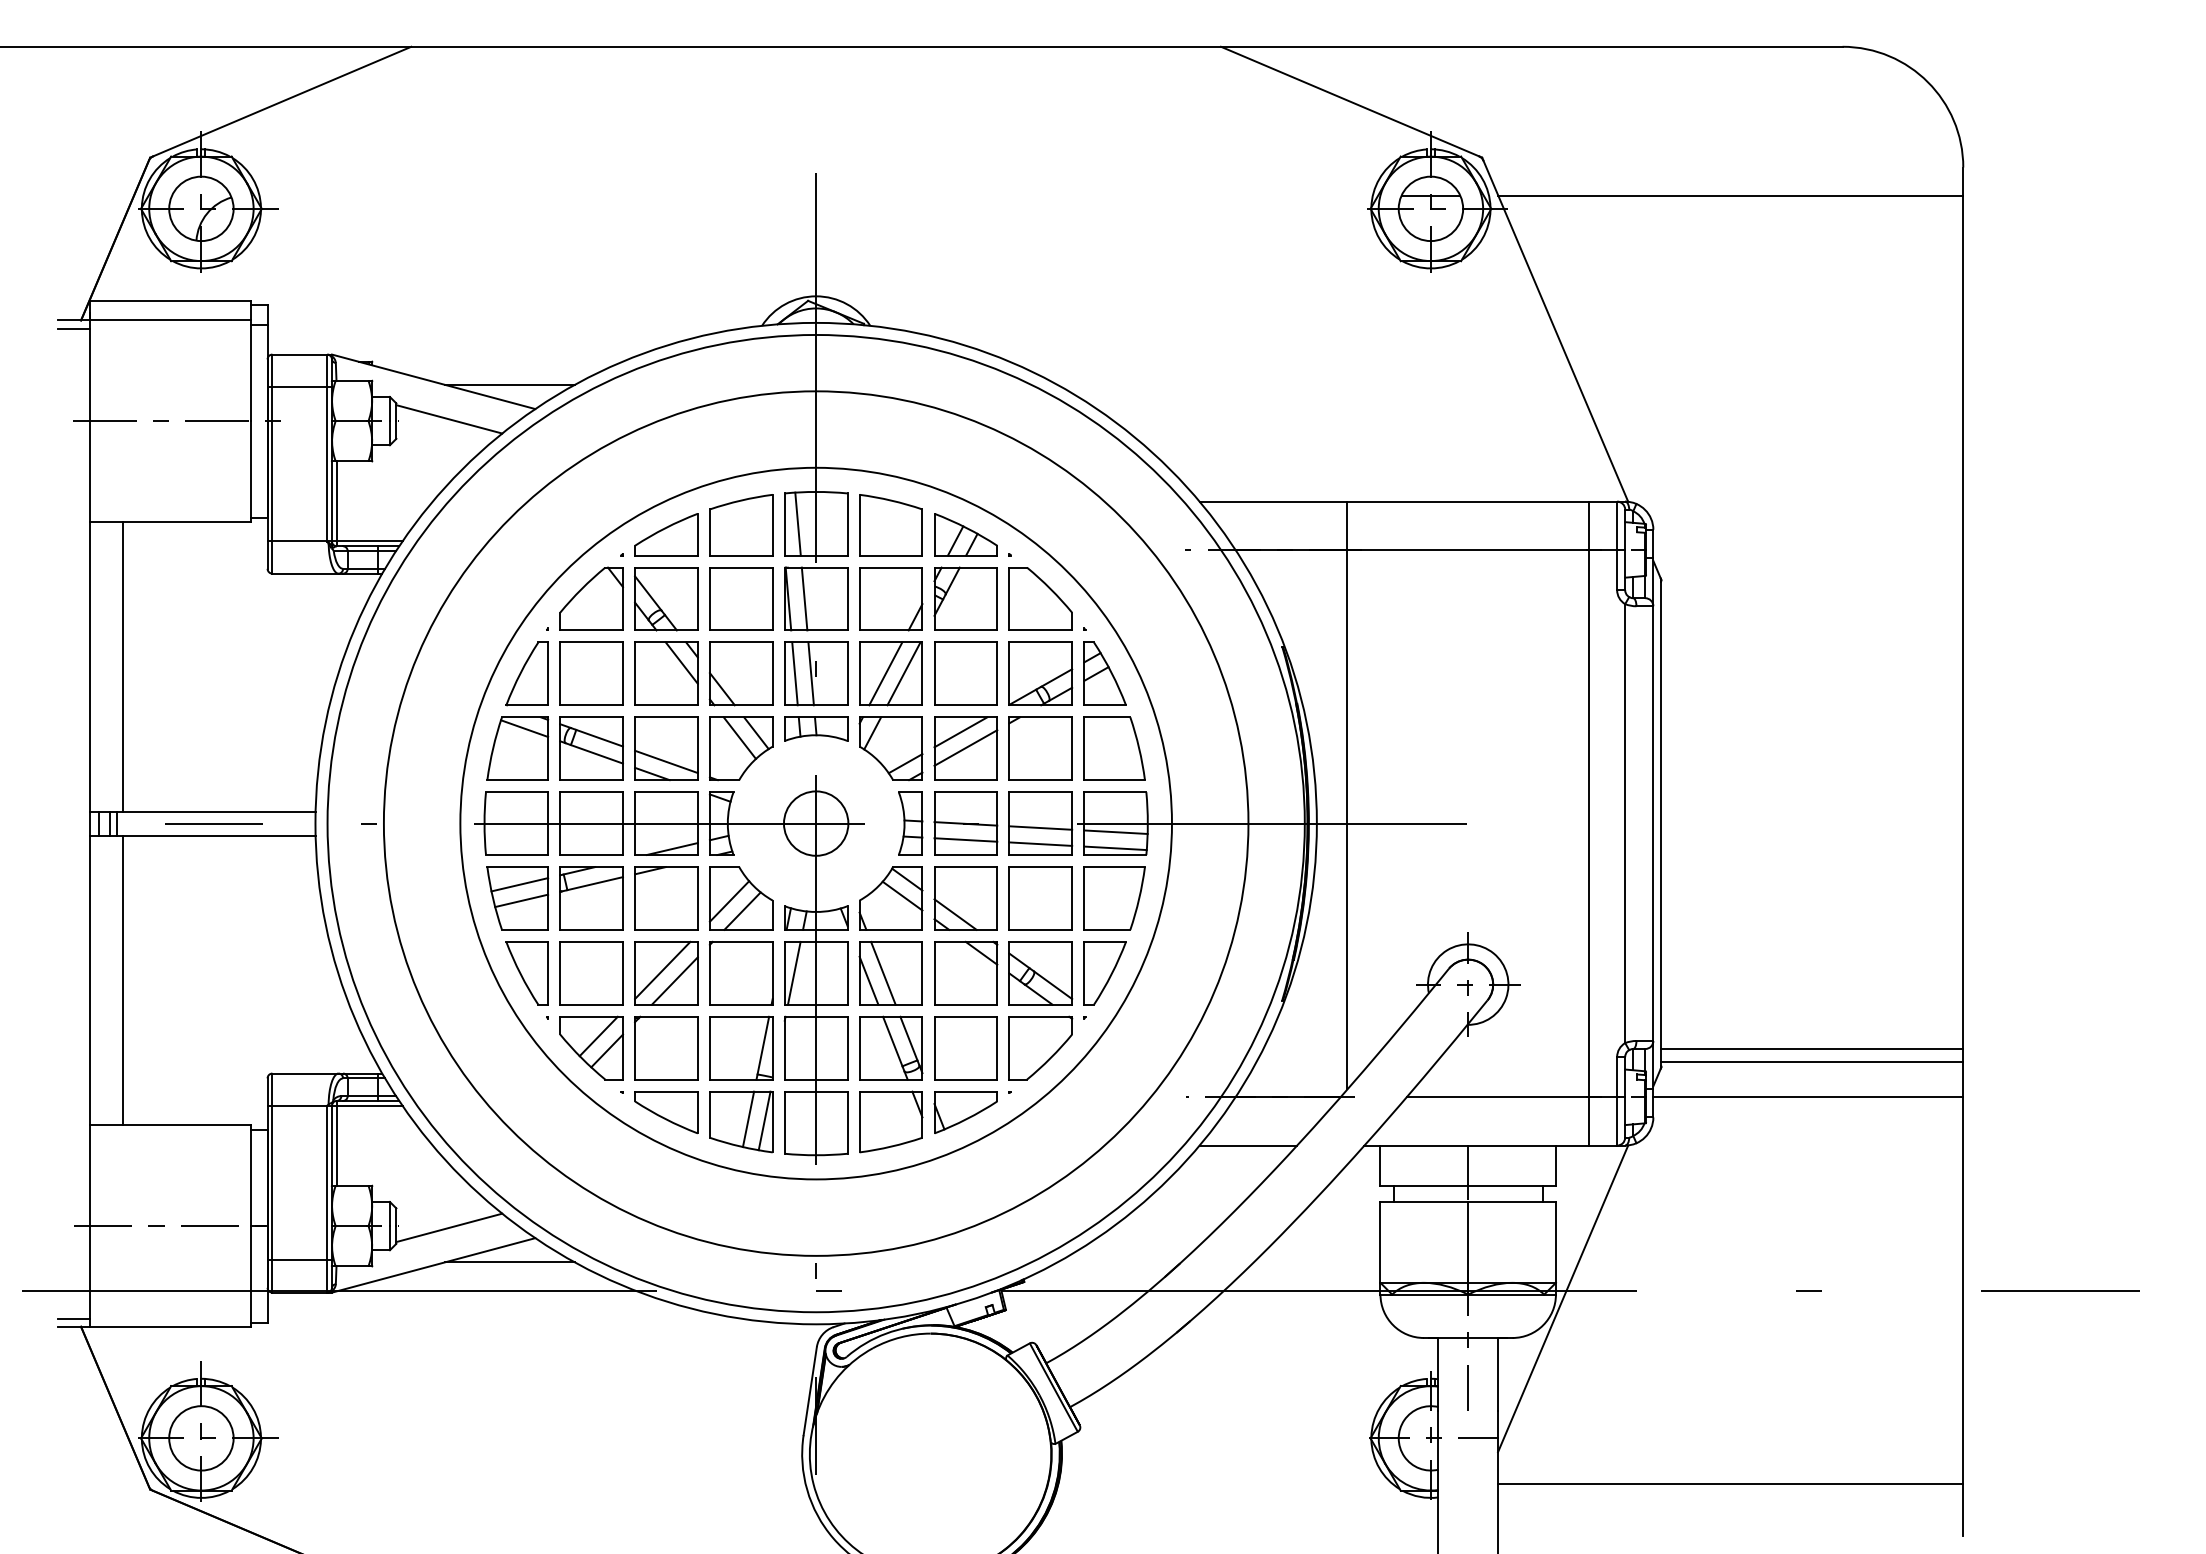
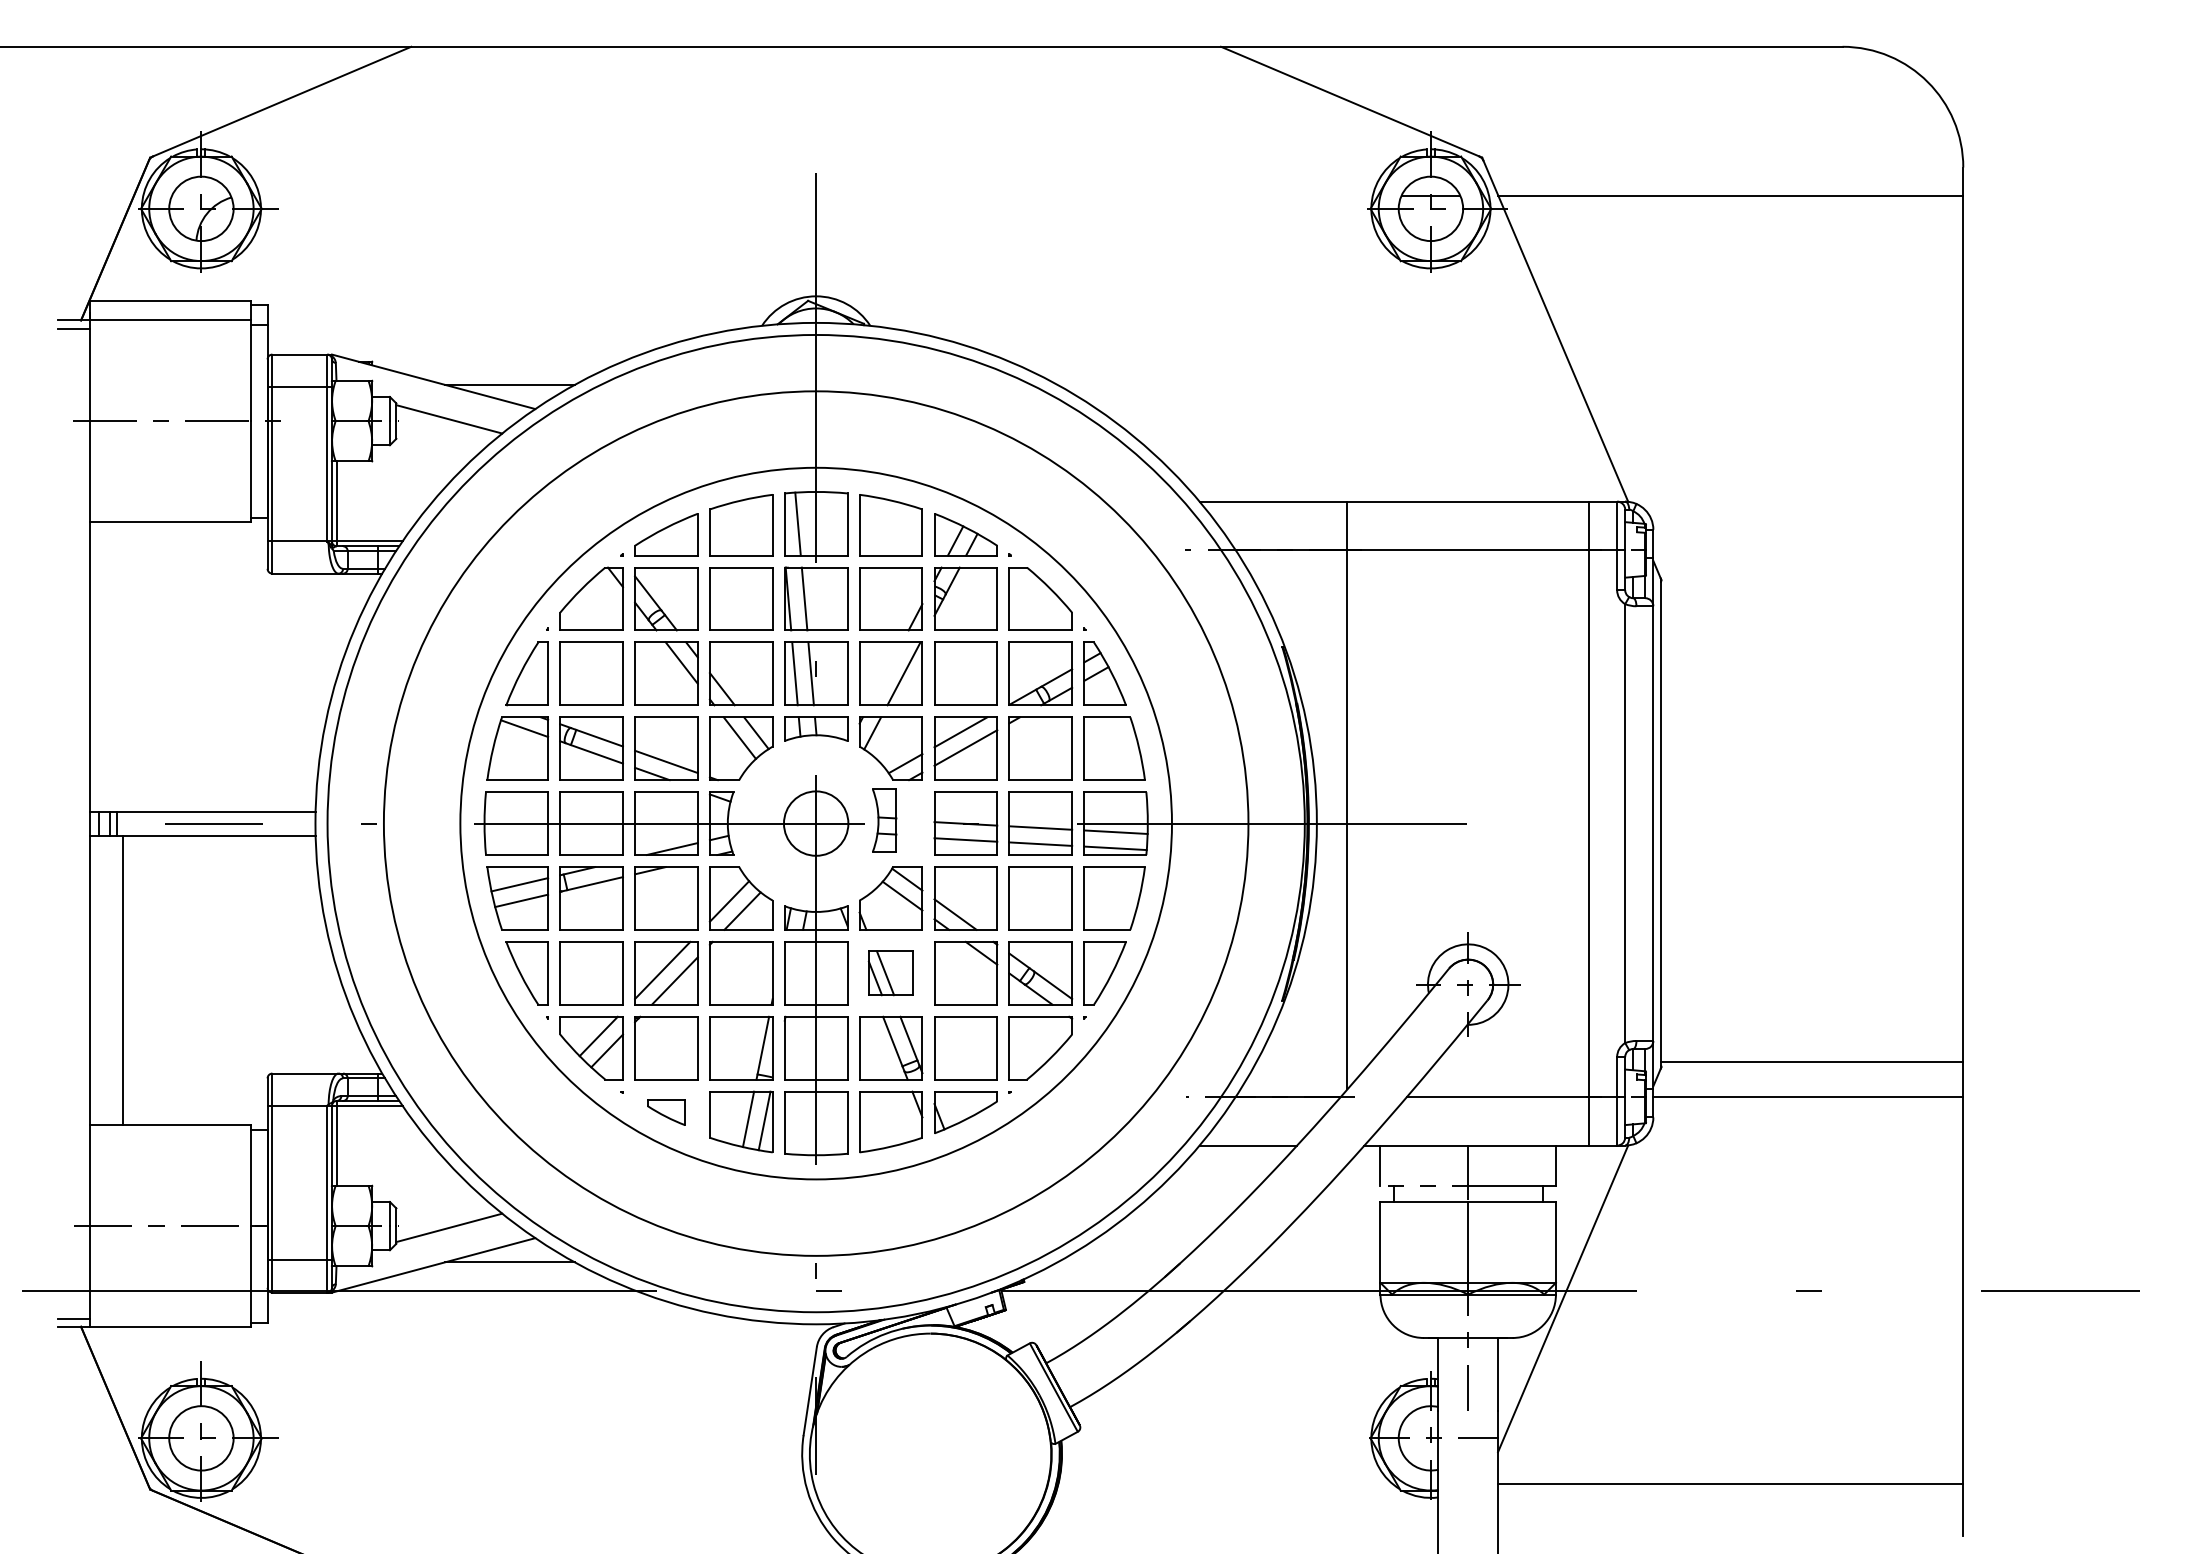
line at (122, 666): present -> none
line at (885, 673): present -> none
part at (910, 823) position: (910, 823) -> (884, 820)
line at (793, 972): present -> none
part at (890, 972) size: 65x66 px -> 47x47 px
line at (1812, 1048): present -> none
part at (666, 1112) size: 65x44 px -> 39x27 px
line at (1424, 1185): solid -> dashed
